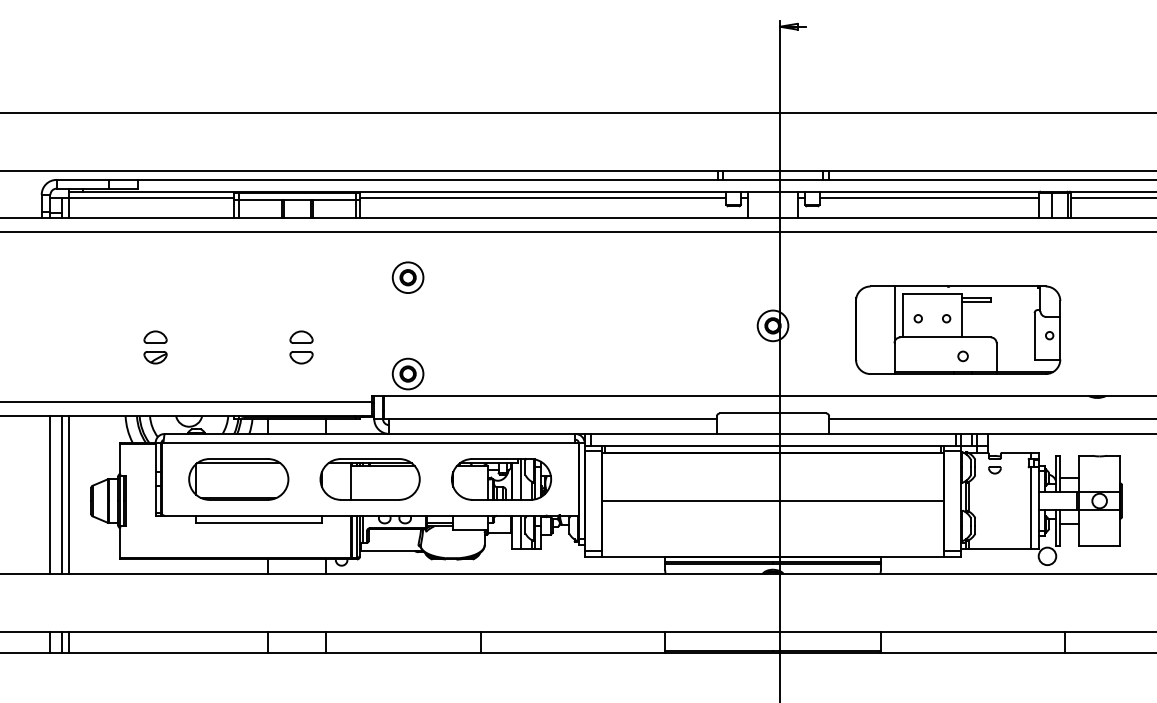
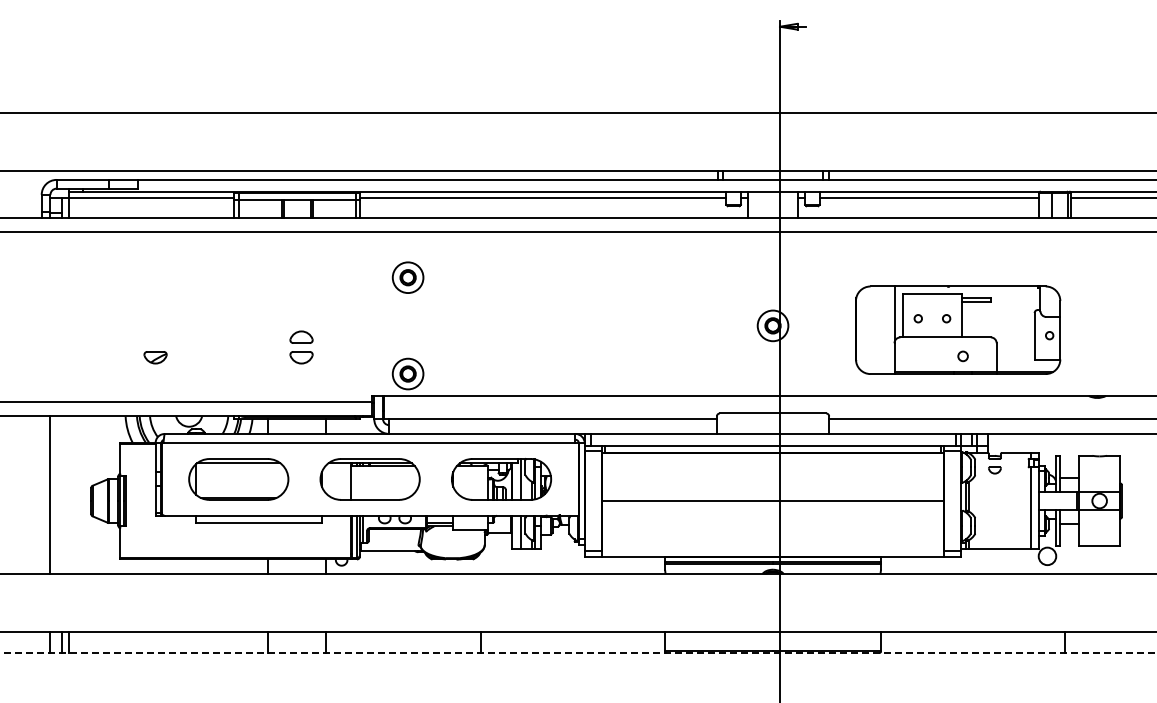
part at (155, 336): present -> none
line at (62, 495): present -> none
line at (68, 495): present -> none
line at (578, 652): solid -> dashed
